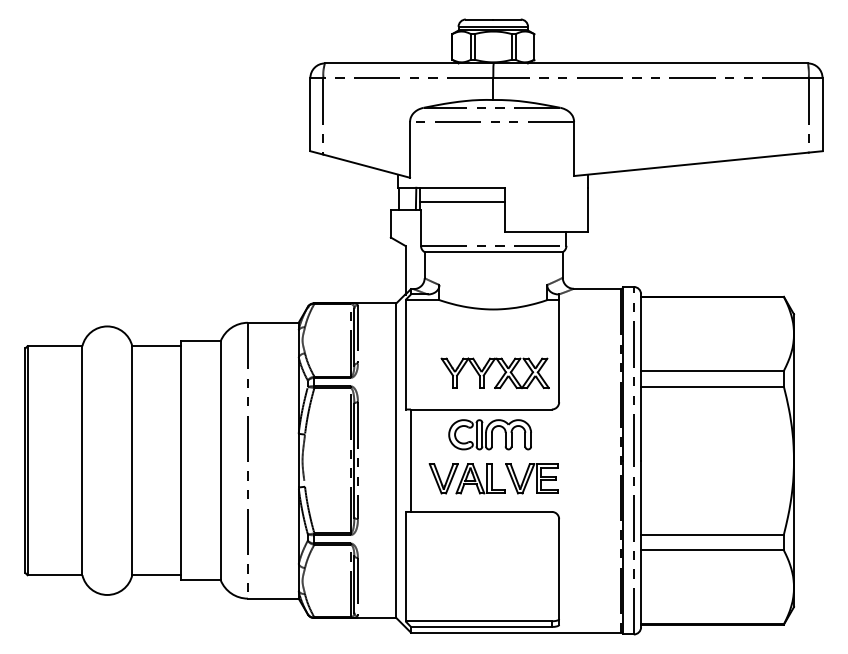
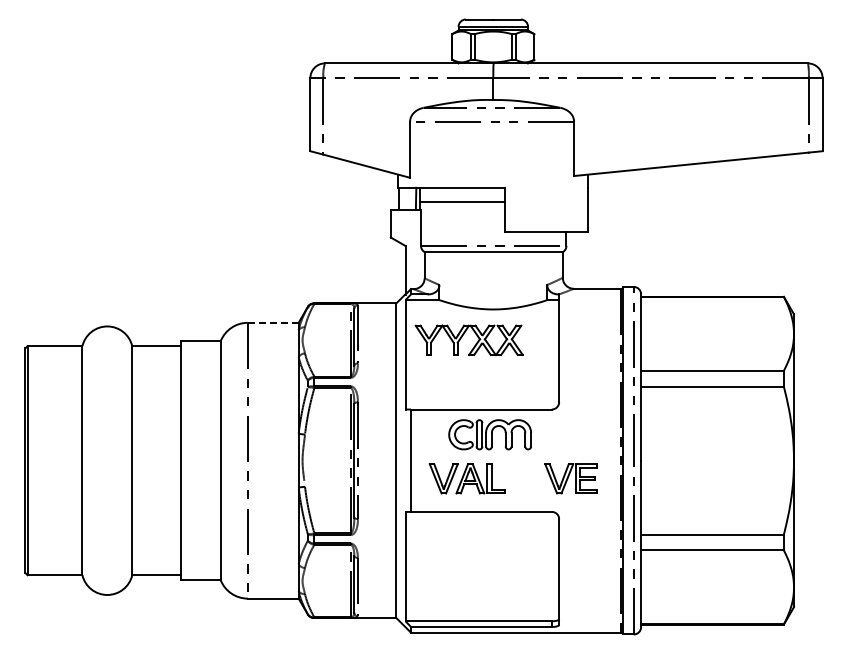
line at (272, 322): solid -> dashed
part at (488, 370) position: (488, 370) -> (462, 337)
part at (531, 478) position: (531, 478) -> (570, 478)
